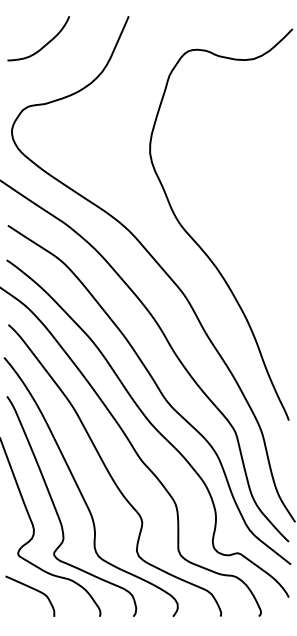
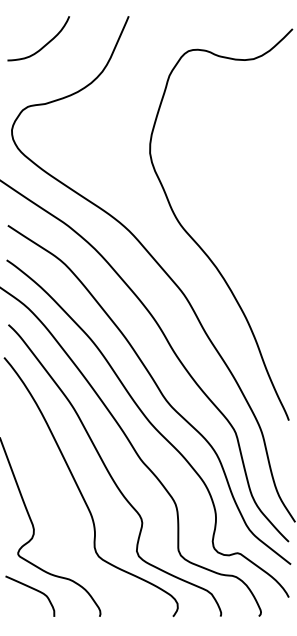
curve at (58, 513): present -> none
